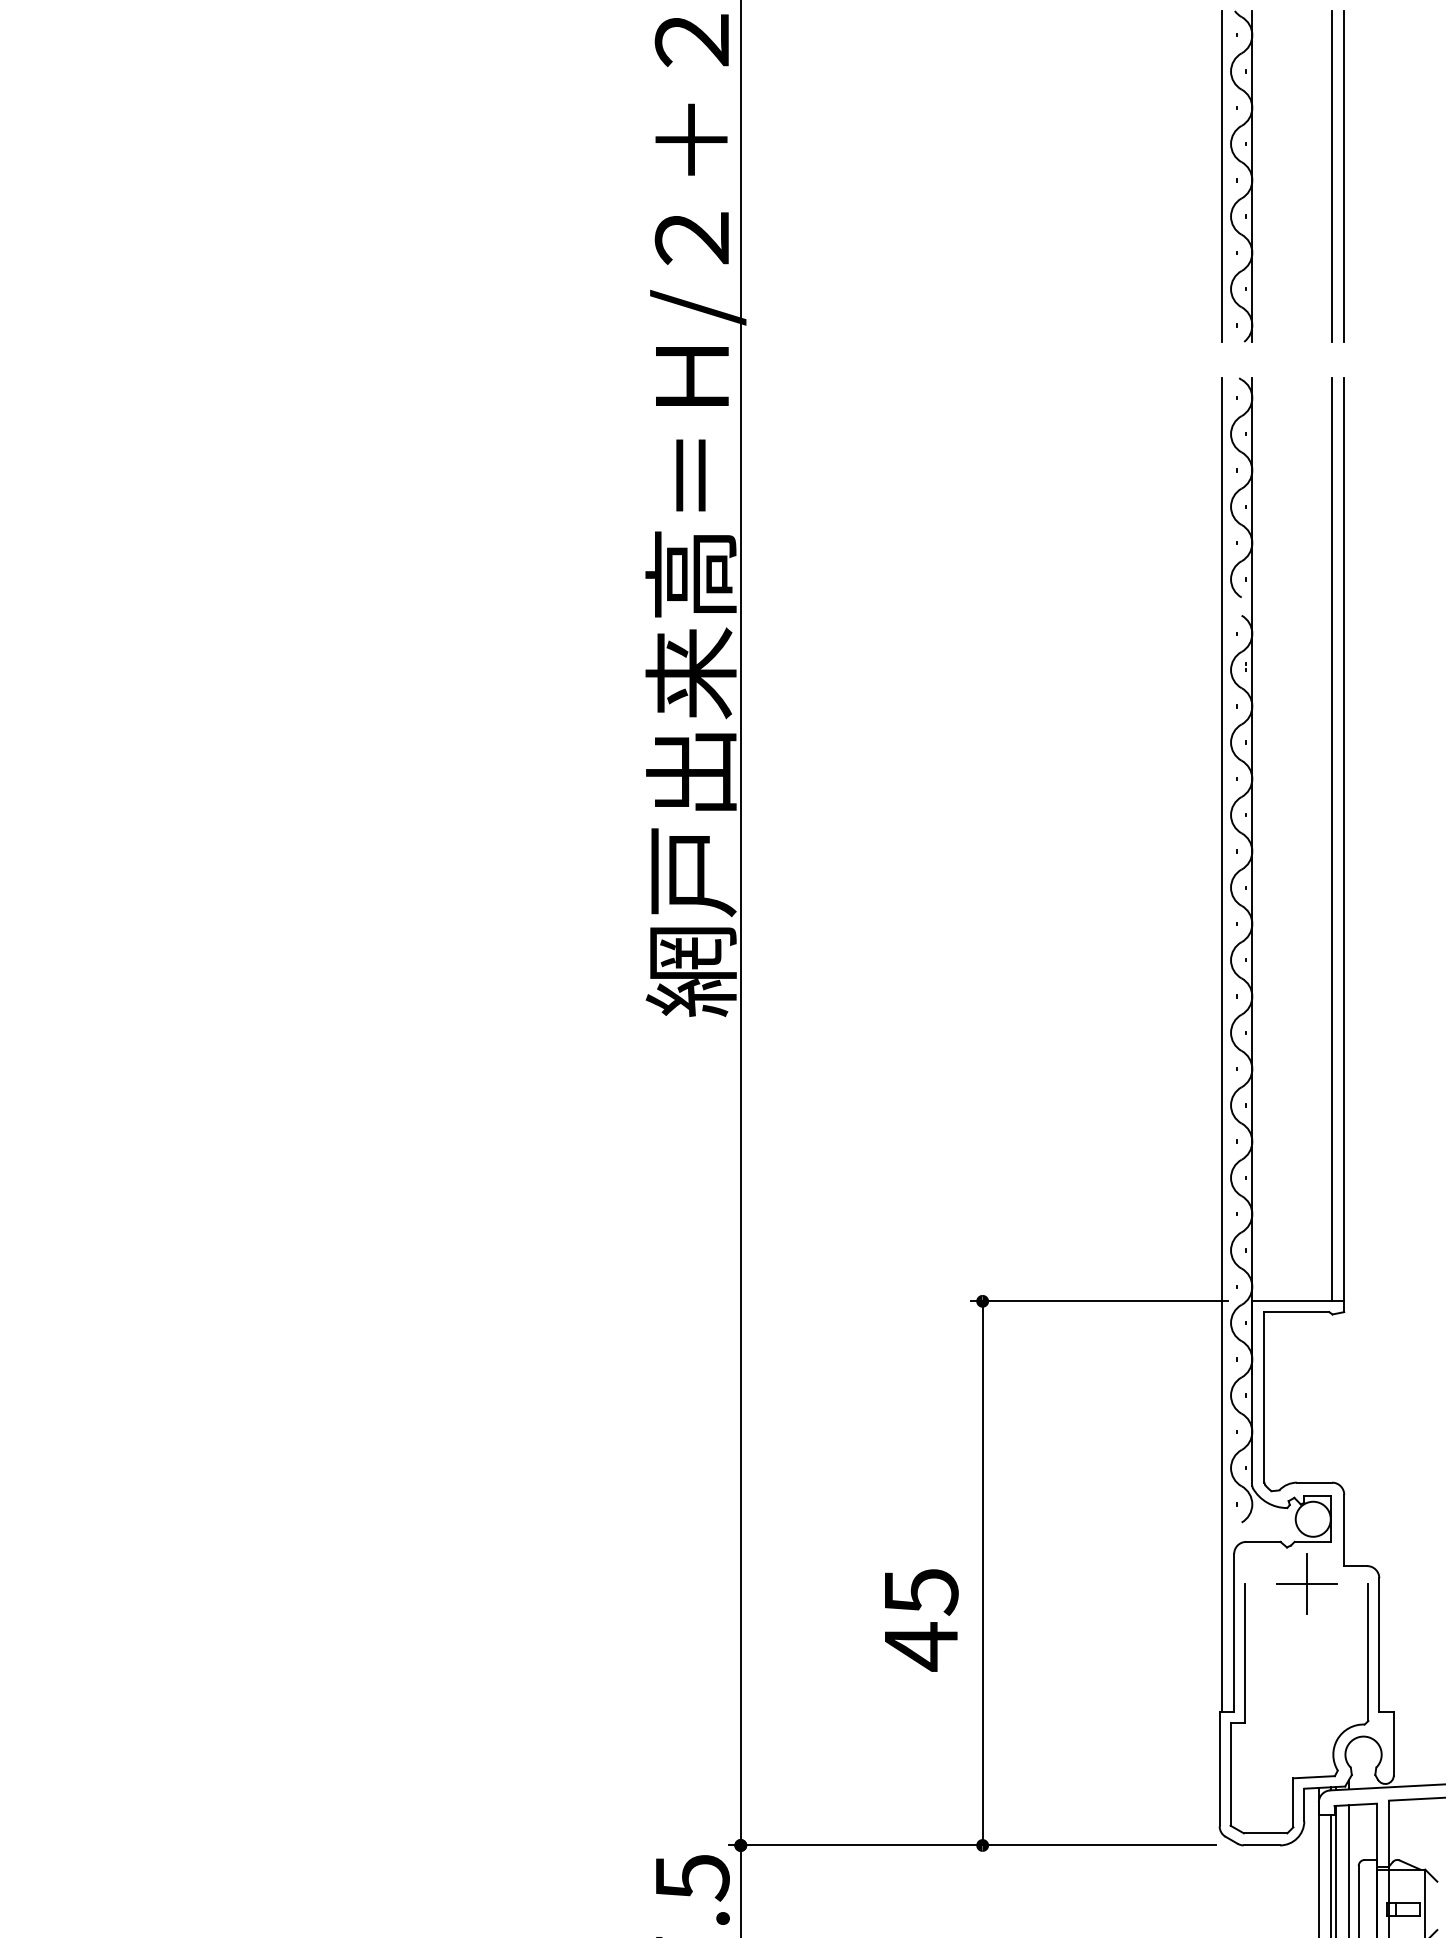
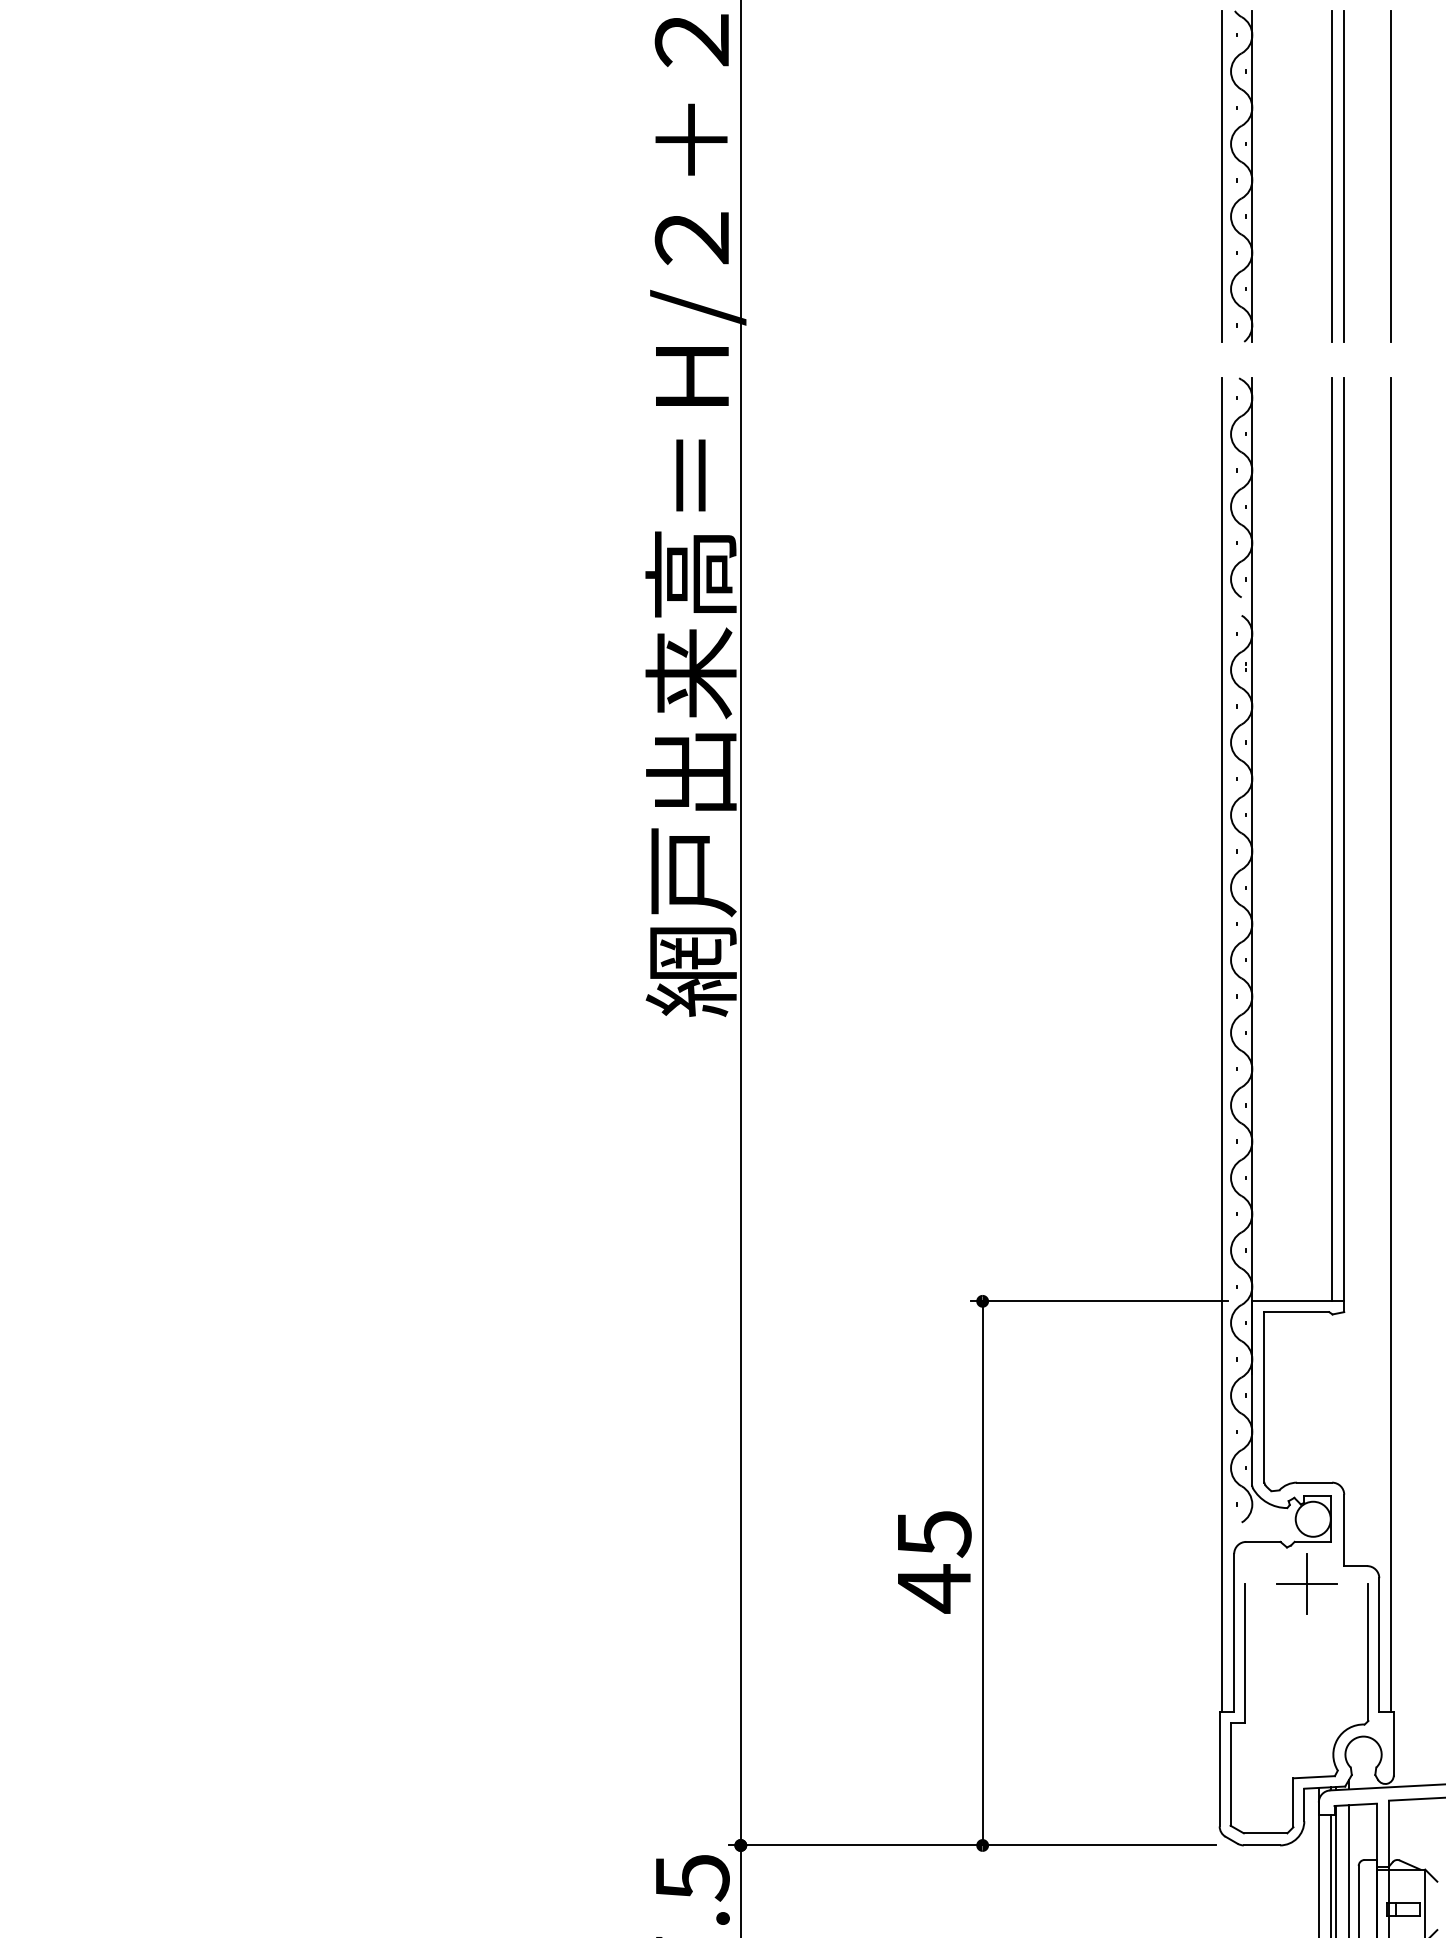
line at (1391, 176): none -> present
line at (1391, 1045): none -> present
text at (921, 1620) position: (921, 1620) -> (934, 1562)
